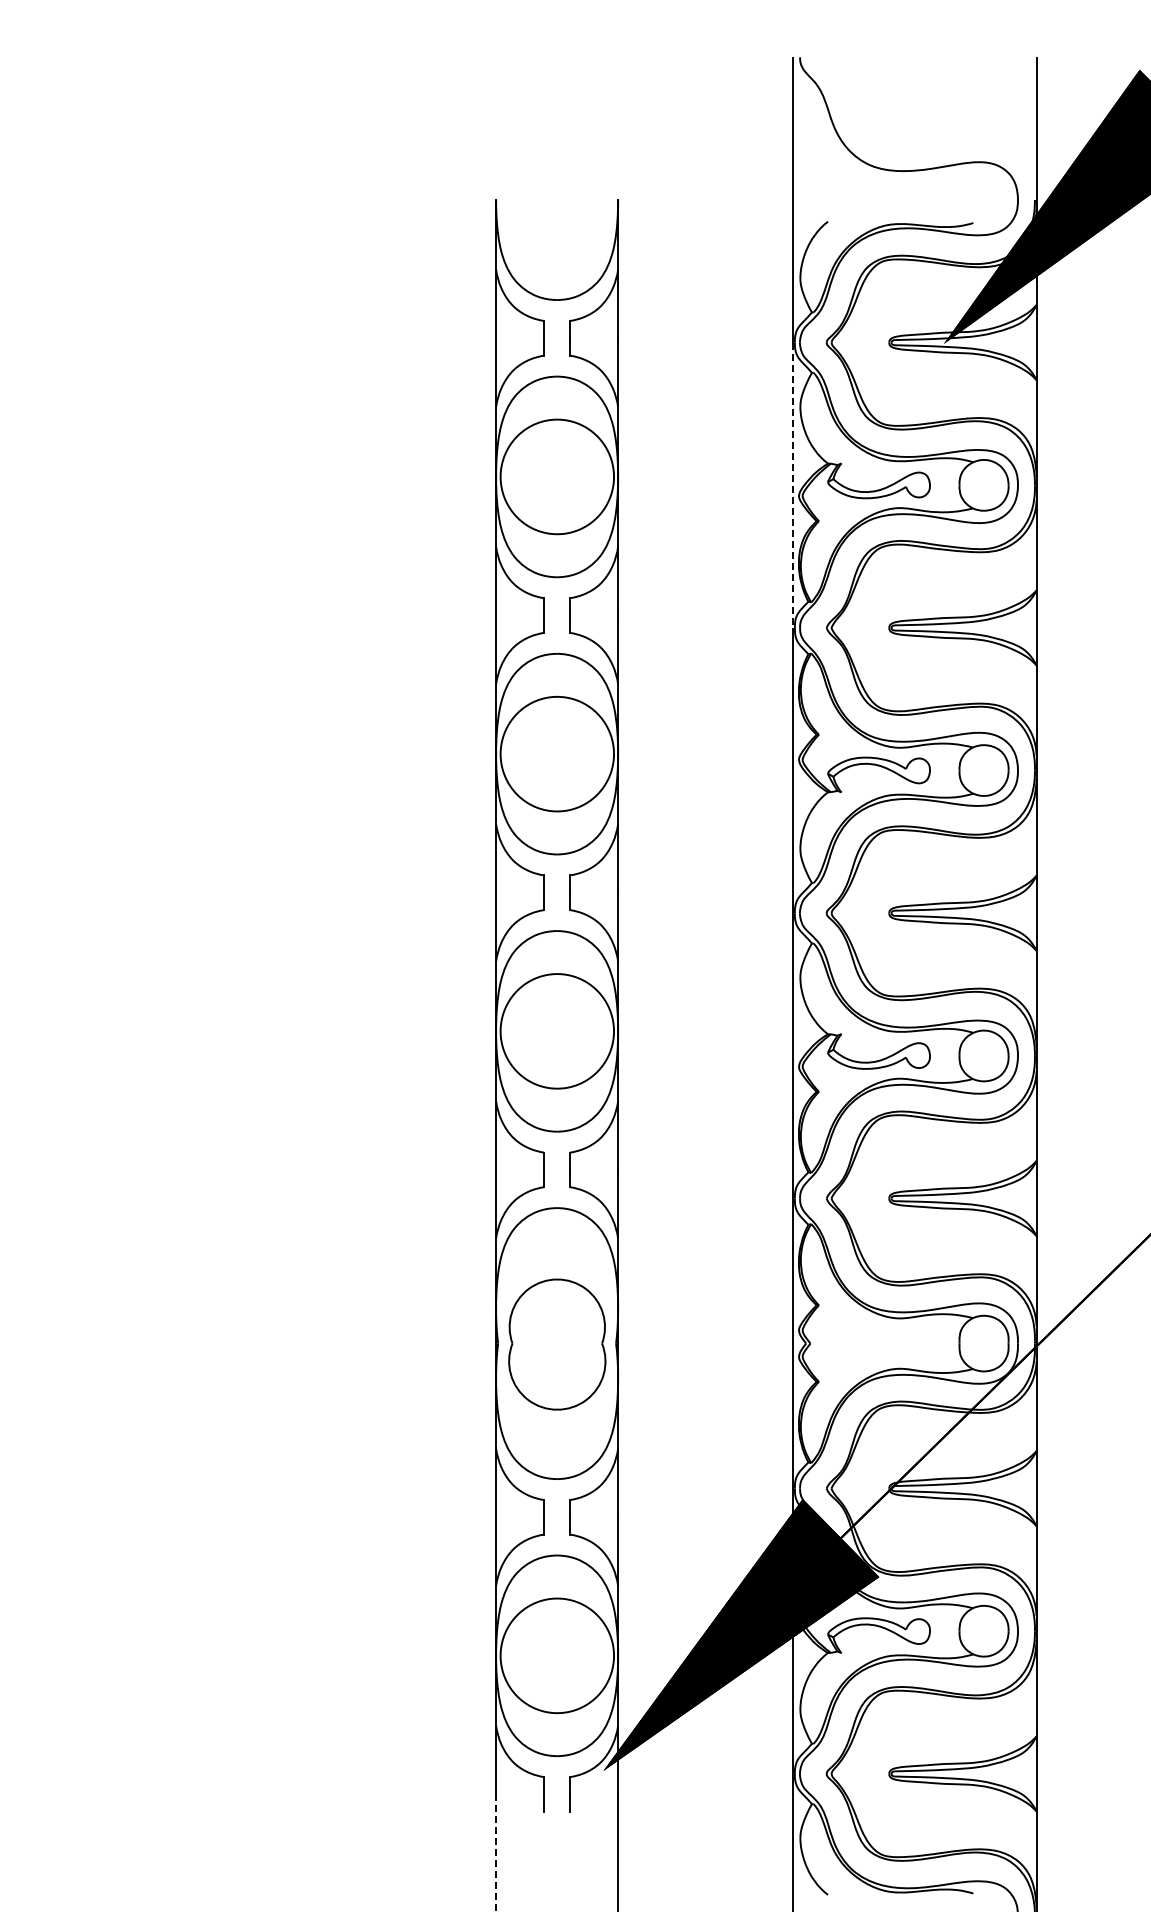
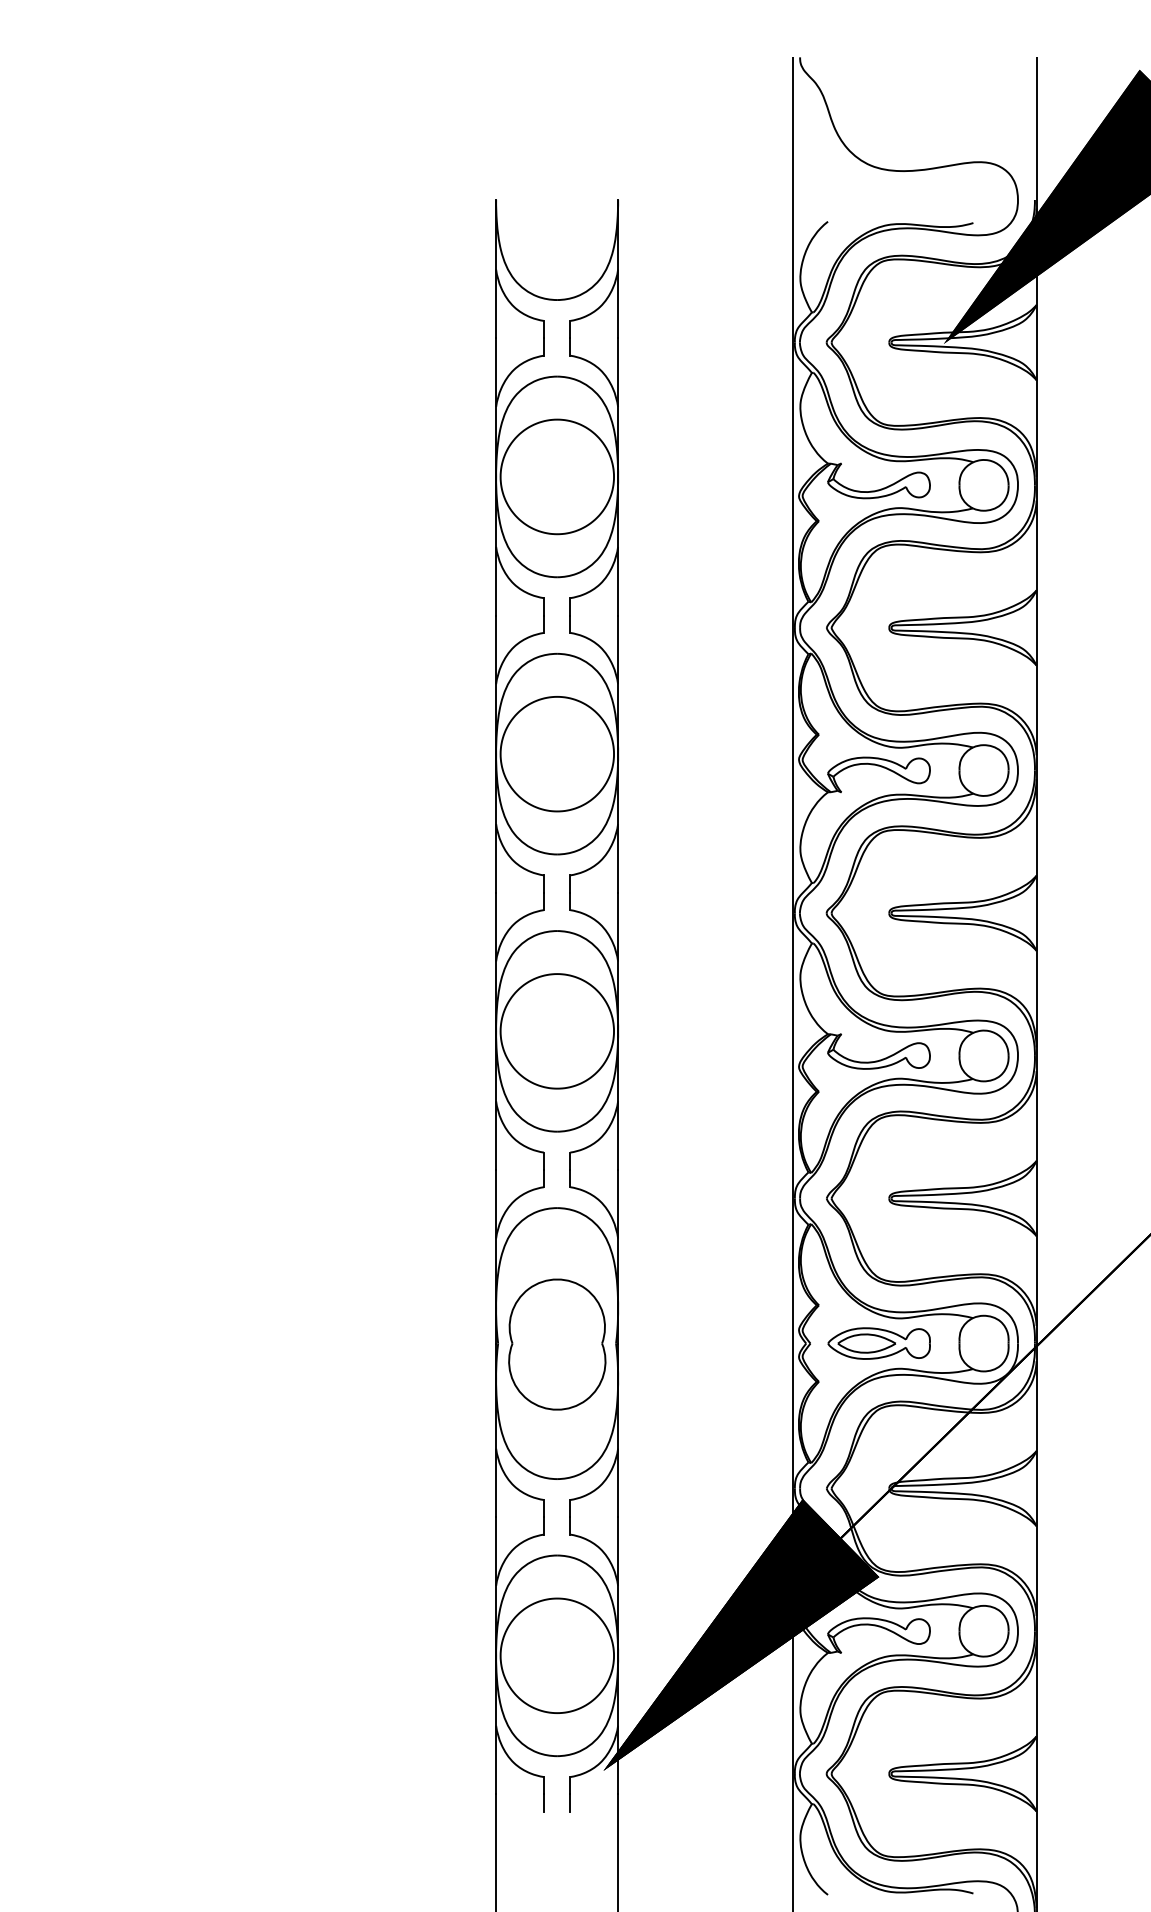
line at (792, 485): dashed -> solid
part at (878, 1343): none -> present
line at (496, 1853): dashed -> solid
